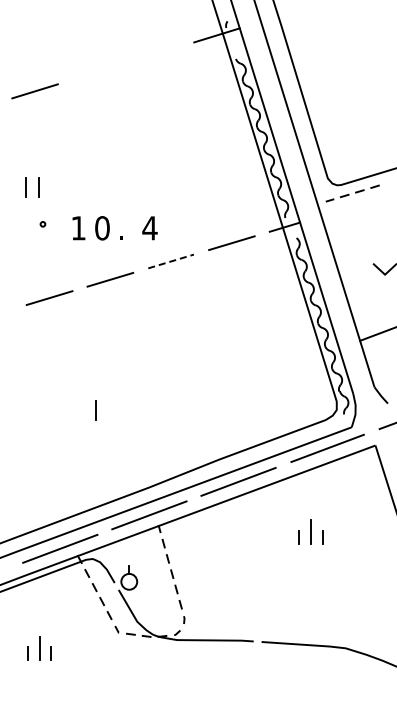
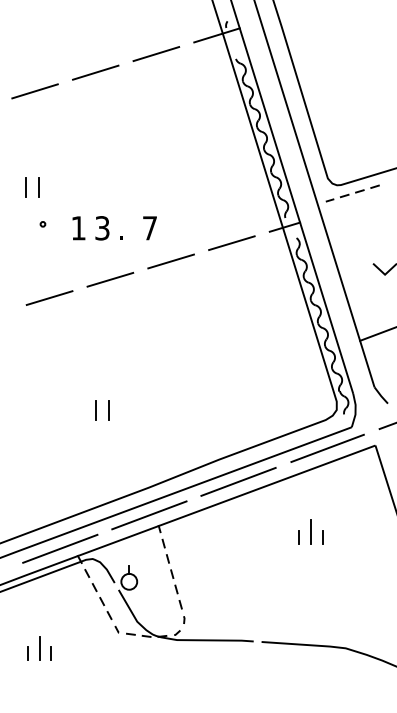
line at (156, 54): none -> present
line at (95, 72): none -> present
text at (102, 228): 0 -> 3
text at (149, 228): 4 -> 7
line at (171, 261): dashed -> solid
line at (108, 410): none -> present
